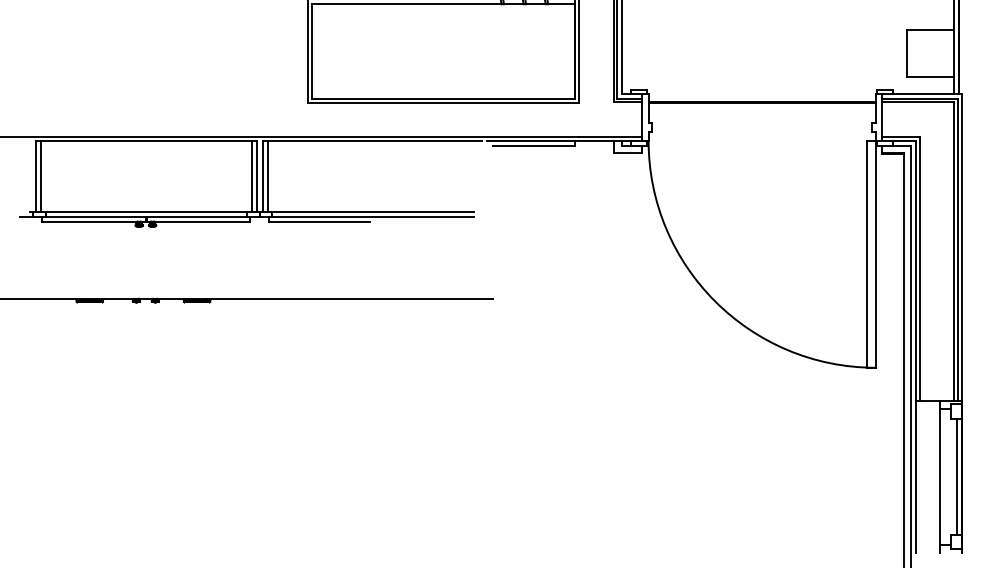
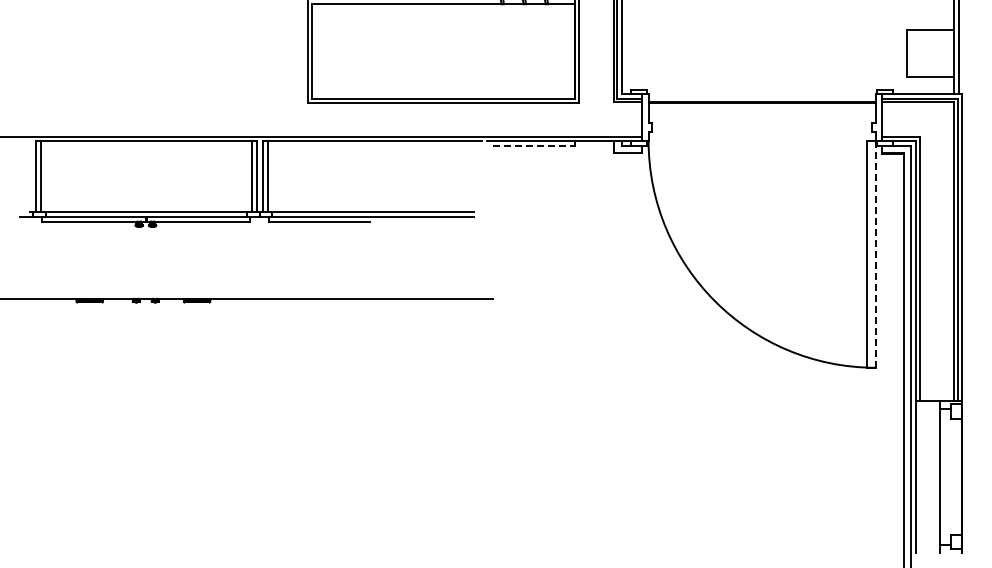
line at (534, 146): solid -> dashed
line at (875, 254): solid -> dashed
line at (956, 476): present -> none
